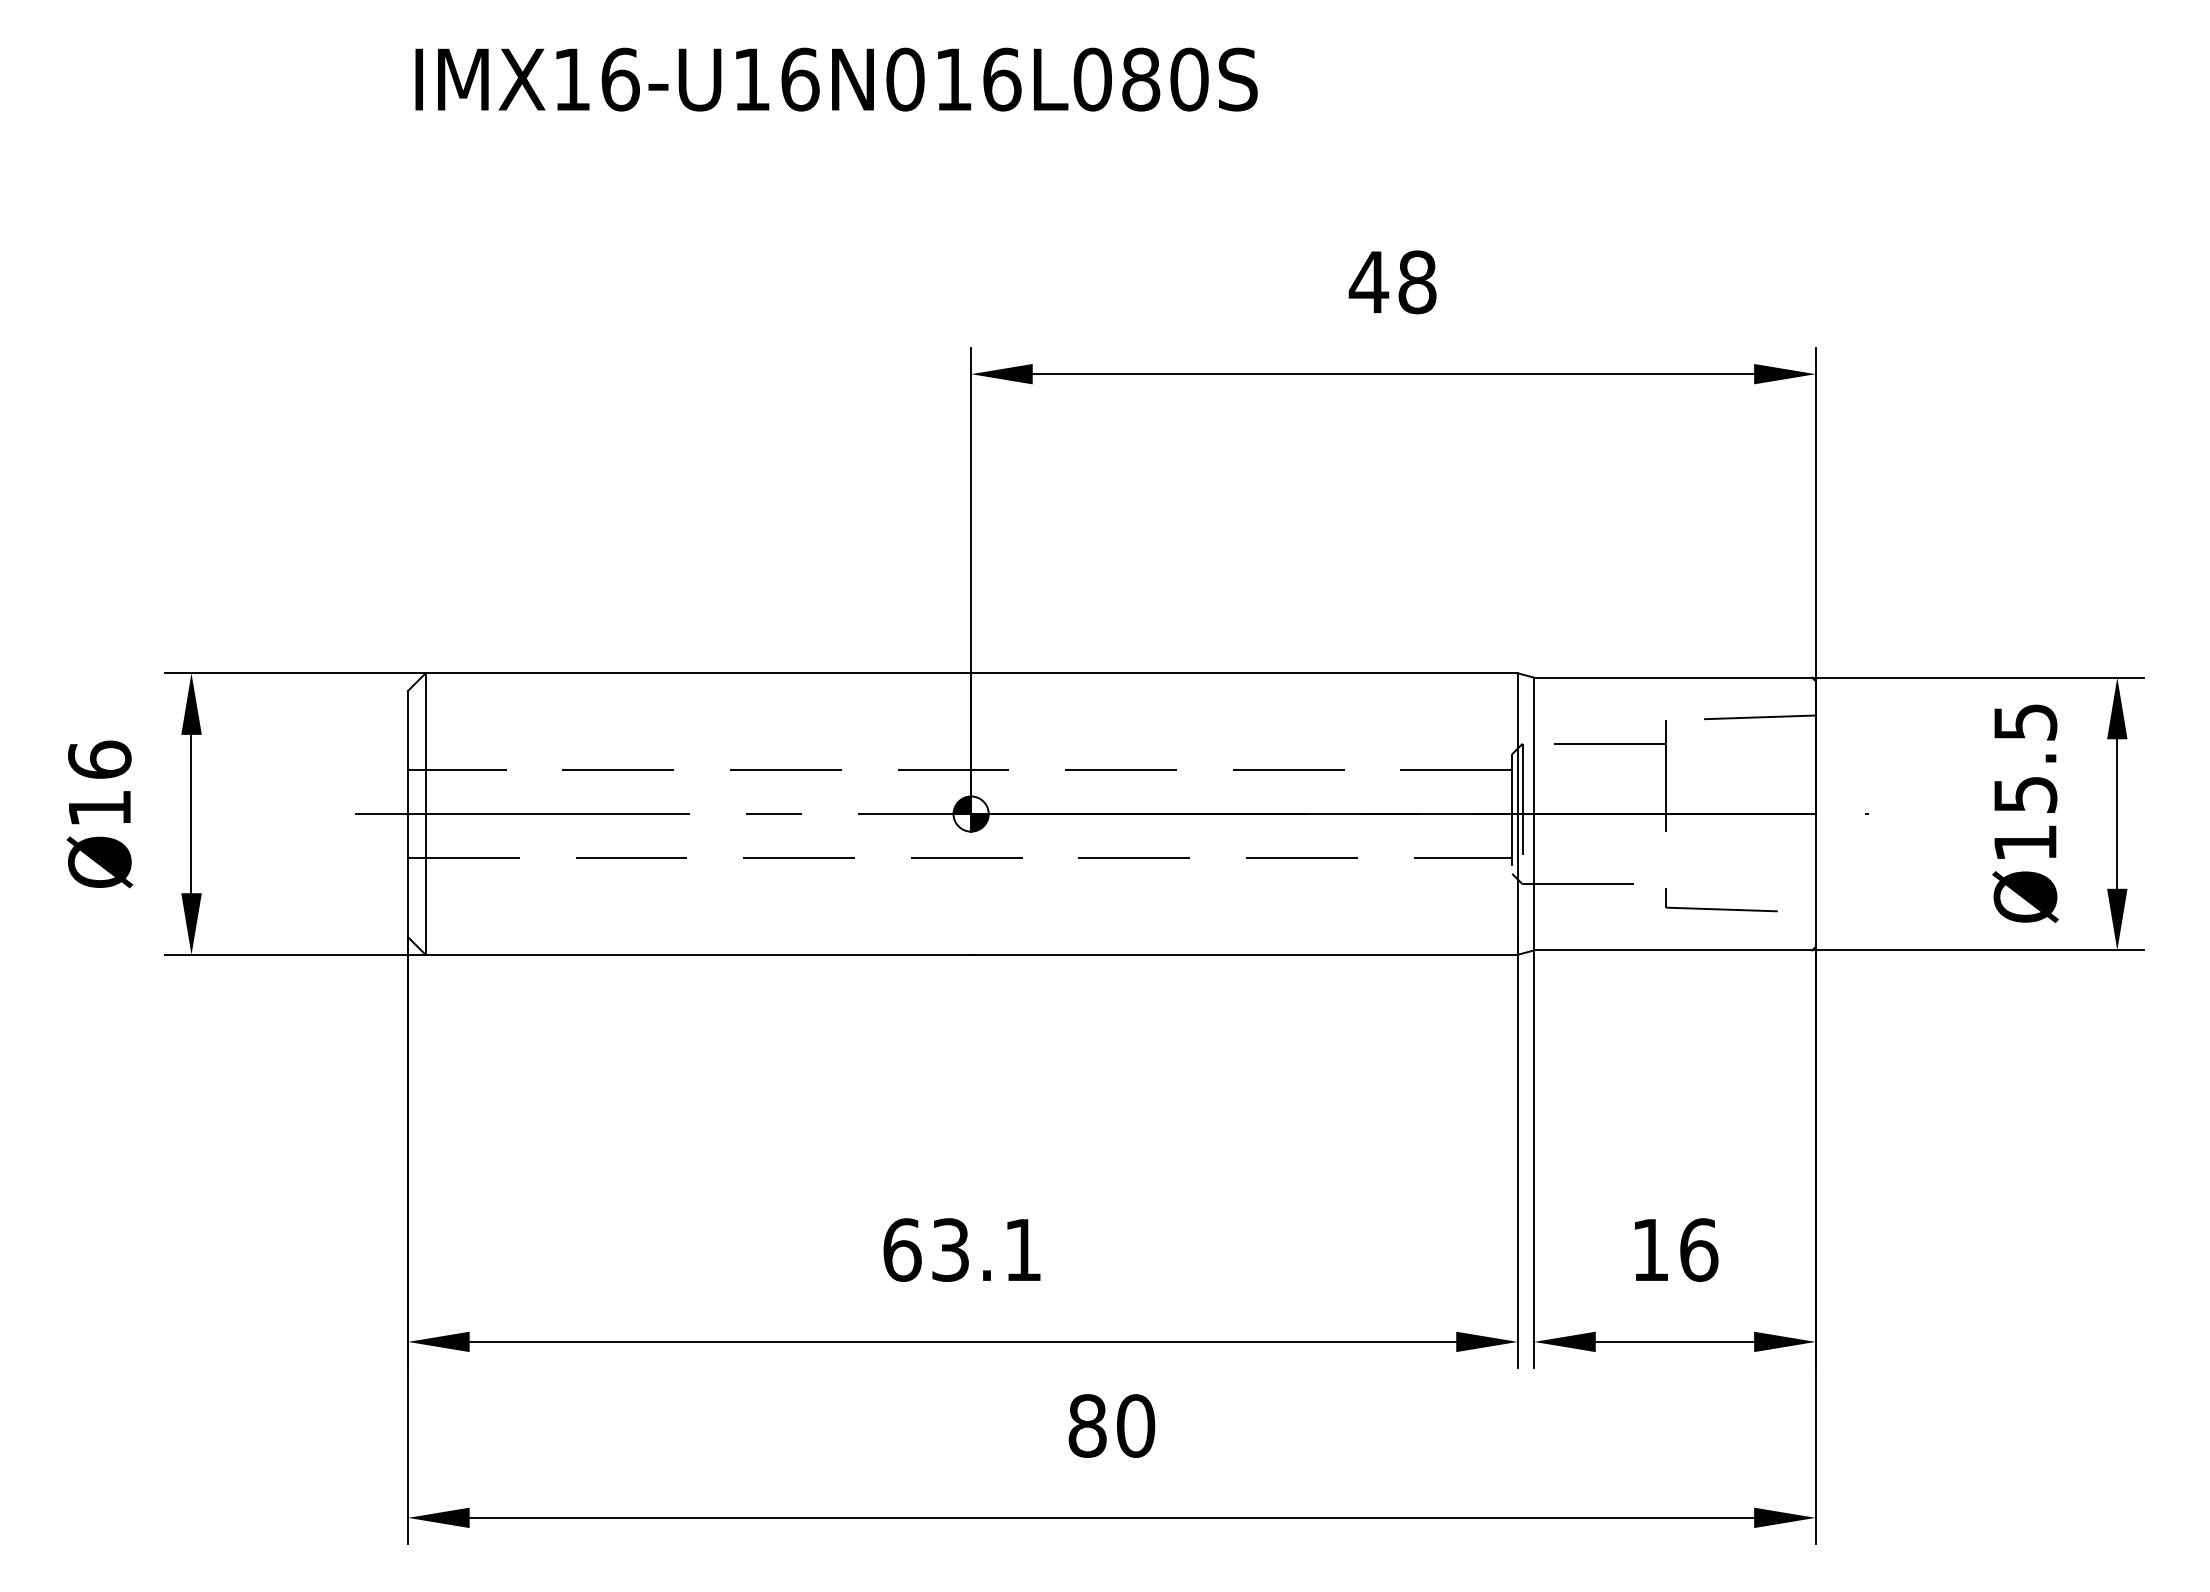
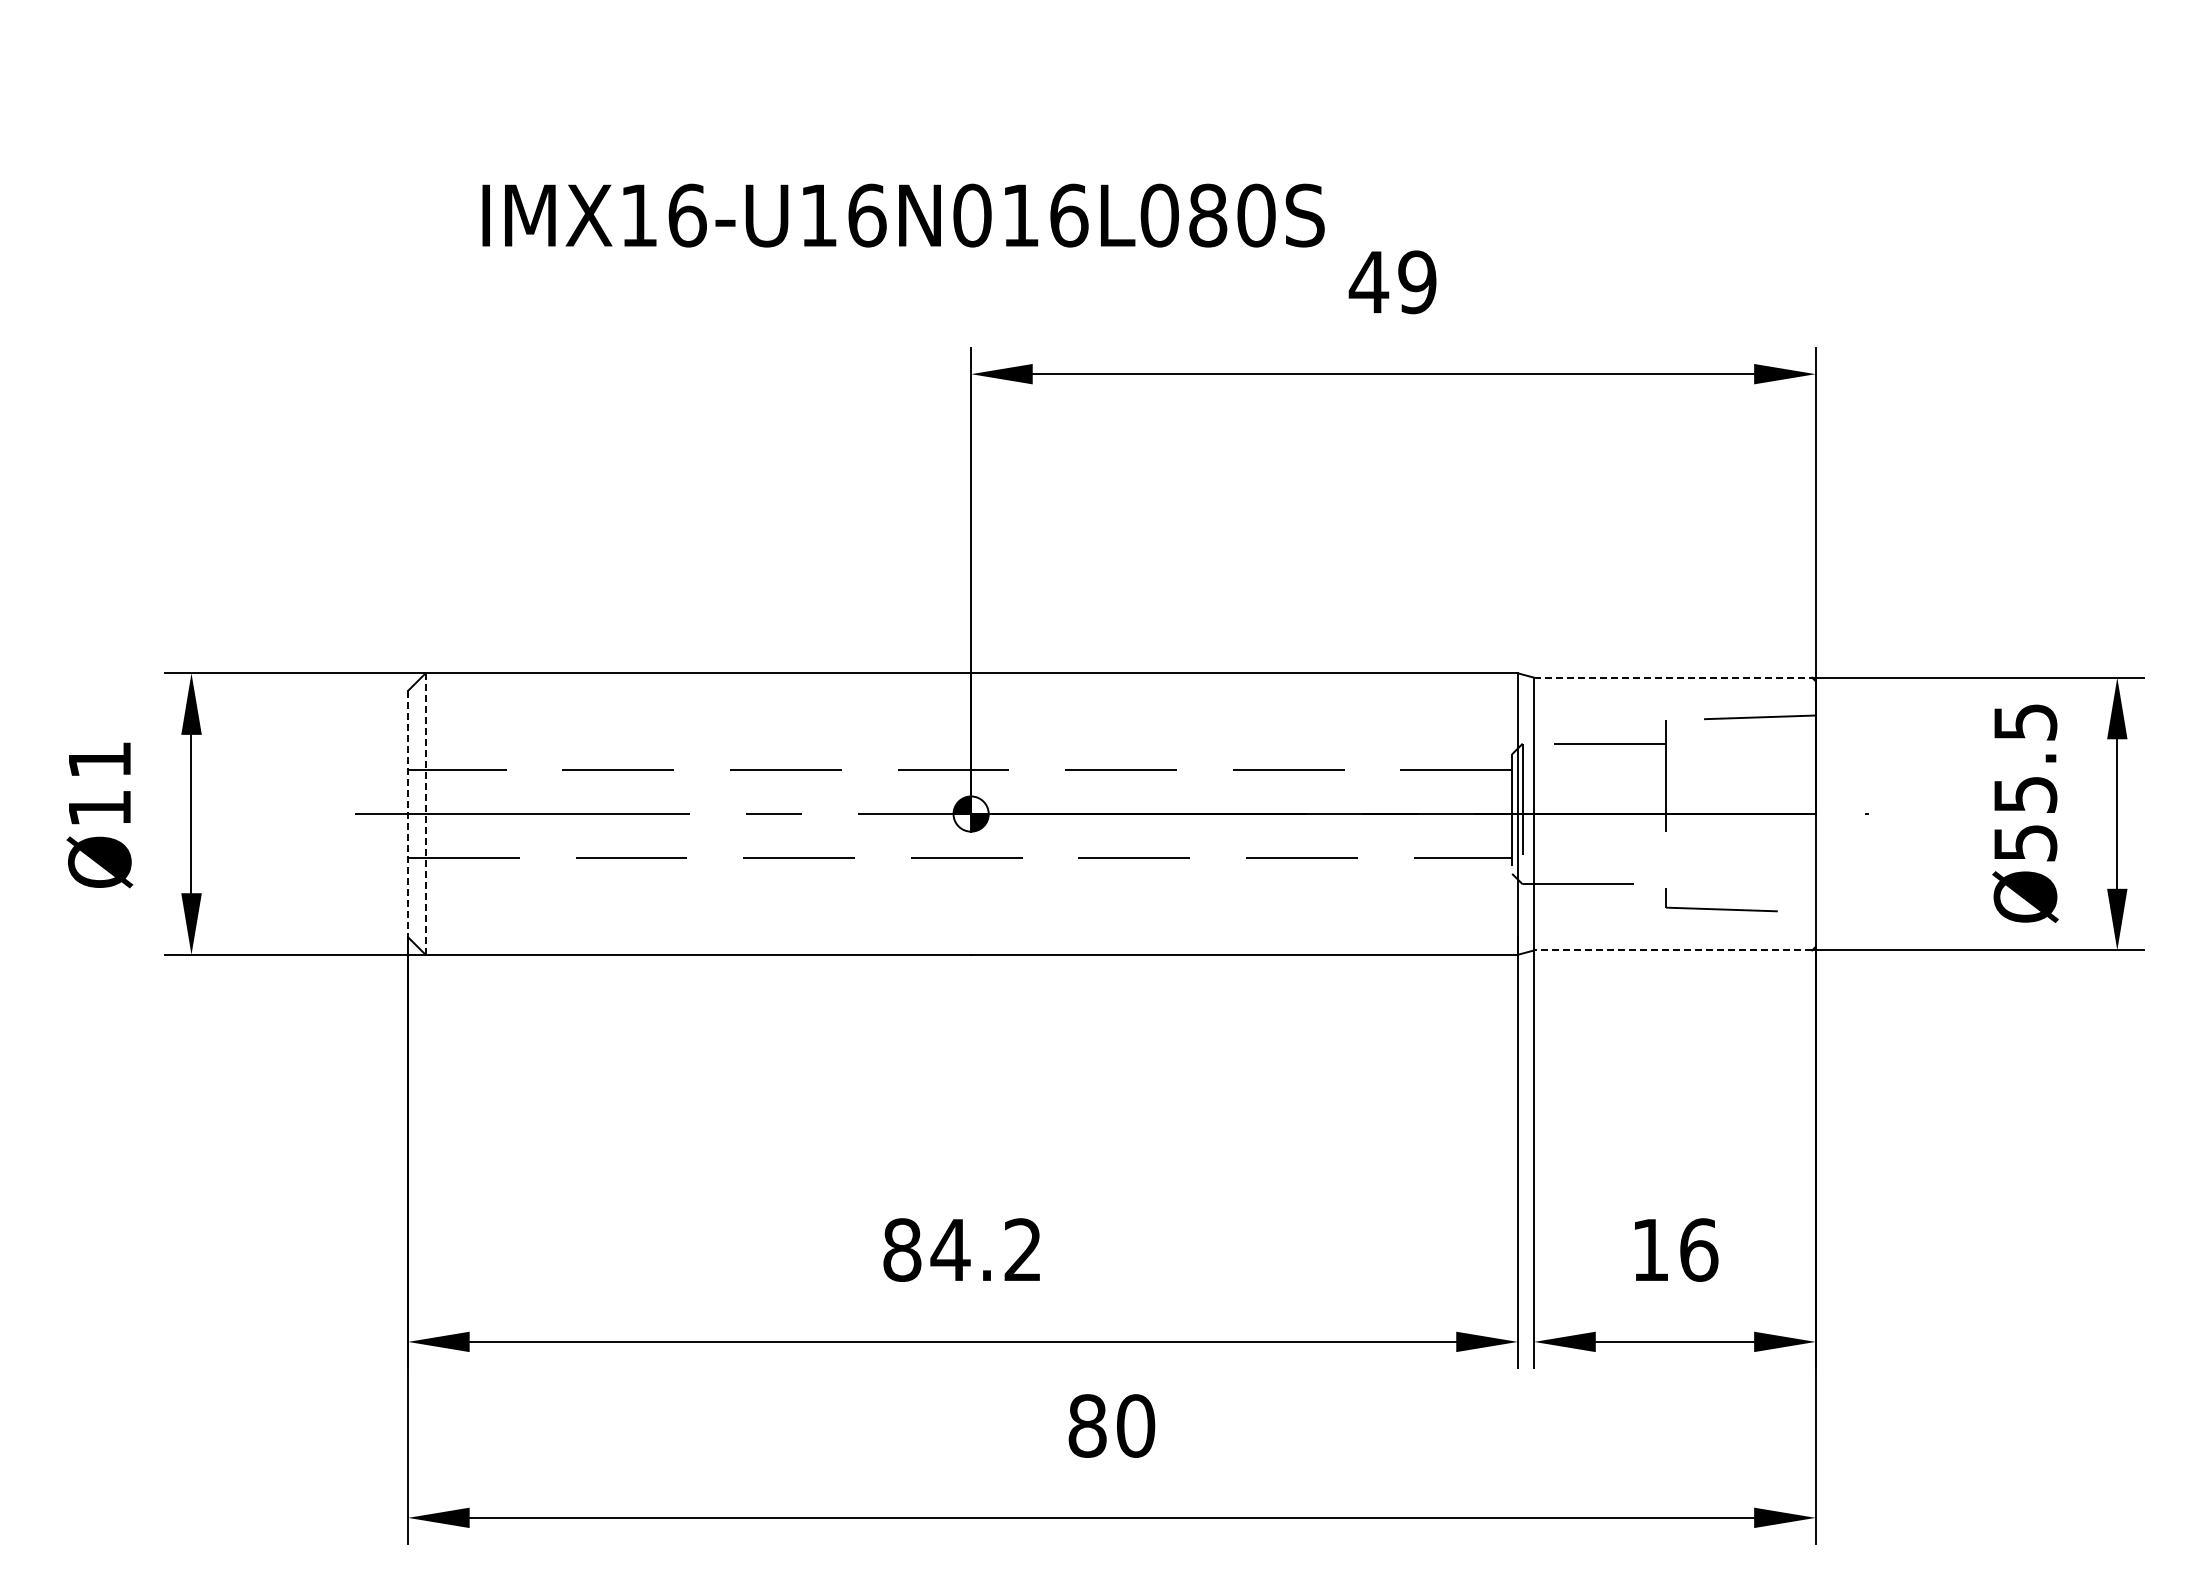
text at (836, 79) position: (836, 79) -> (903, 215)
text at (1417, 282): 48 -> 49
line at (1673, 677): solid -> dashed
text at (99, 759): Ø16 -> Ø11
line at (408, 814): solid -> dashed
line at (425, 814): solid -> dashed
text at (2025, 843): Ø15.5 -> Ø55.5
line at (1672, 950): solid -> dashed
text at (961, 1249): 63.1 -> 84.2
